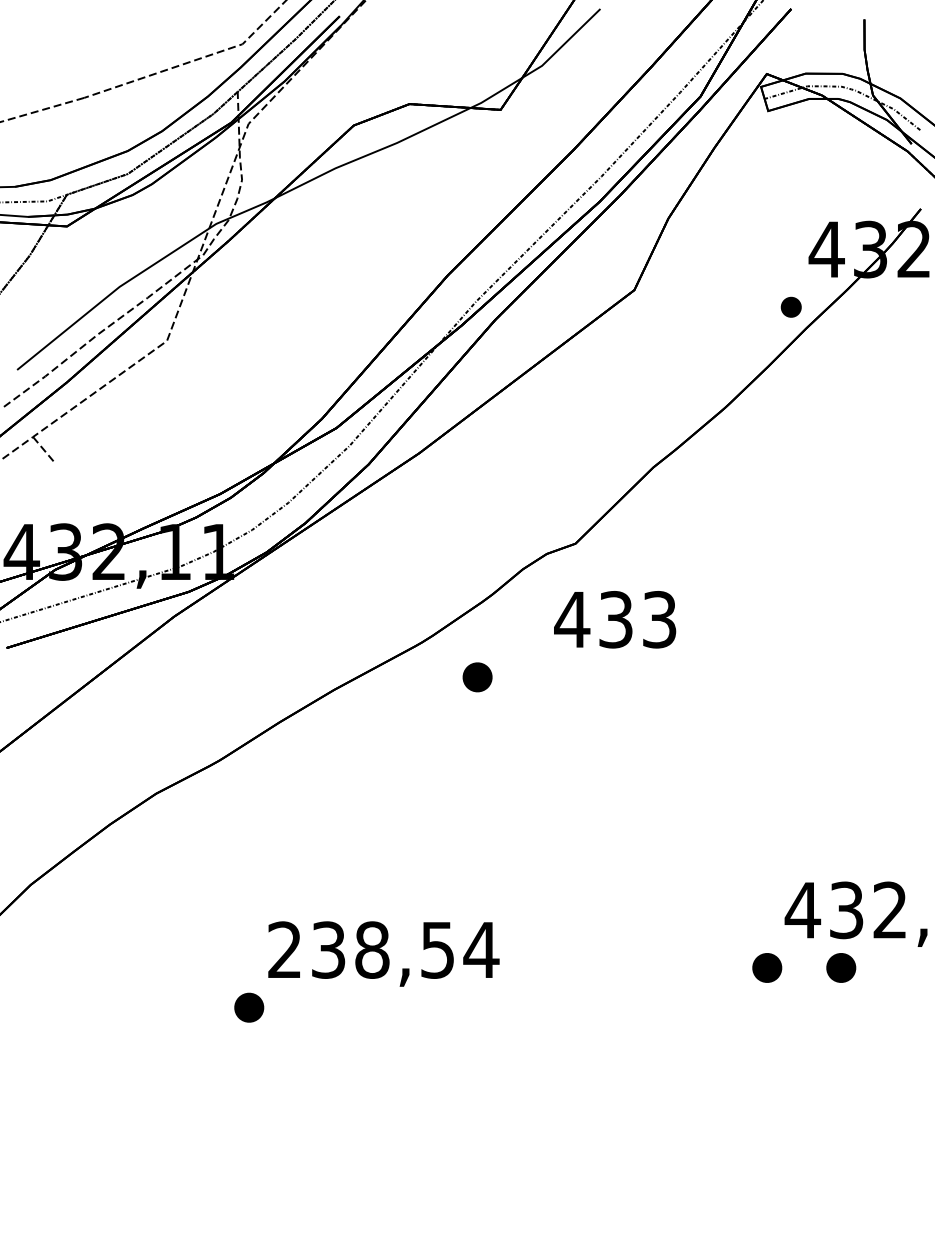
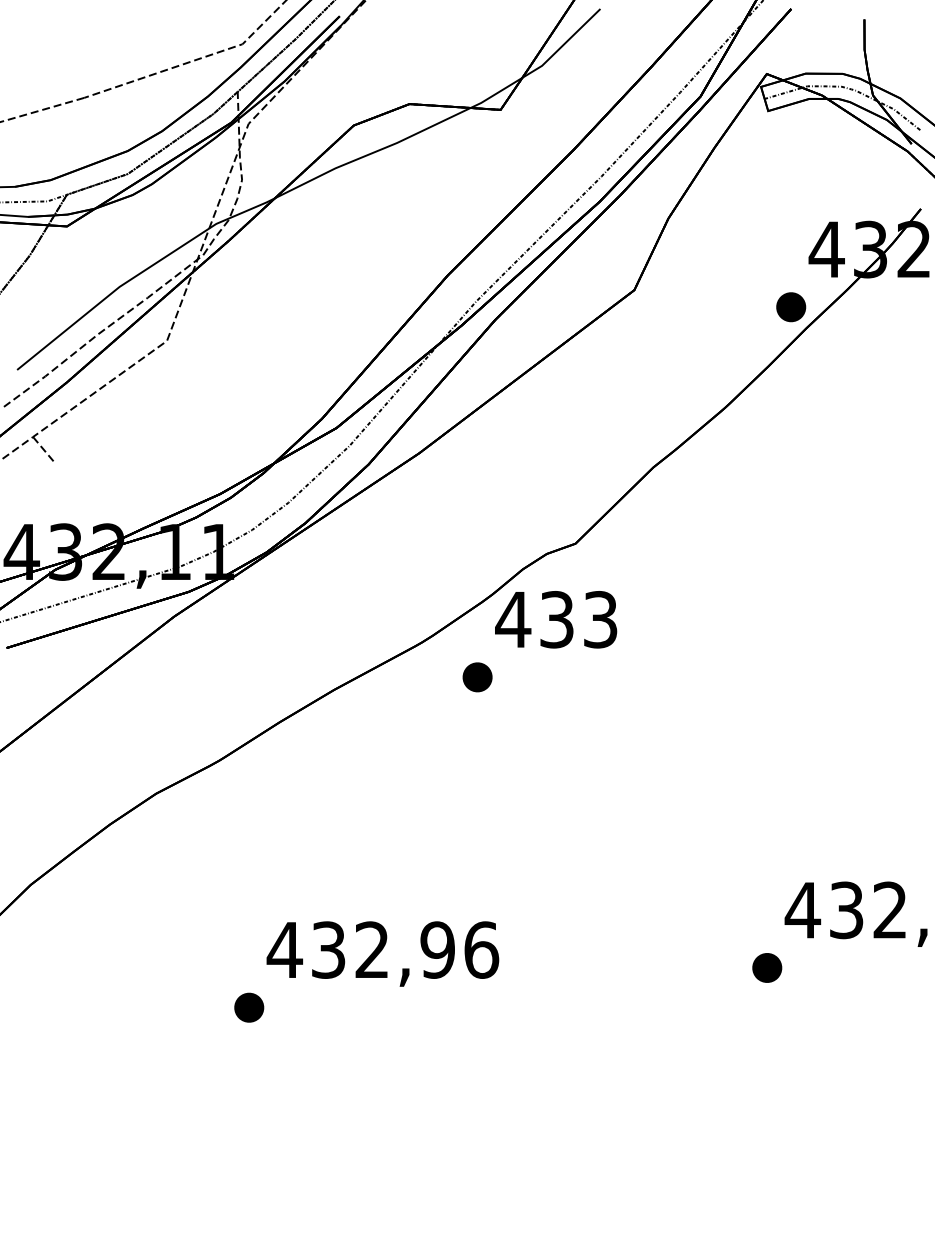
part at (790, 306) size: 22x22 px -> 31x31 px
text at (615, 619) position: (615, 619) -> (556, 619)
text at (382, 949): 238,54 -> 432,96
part at (841, 967): present -> none
